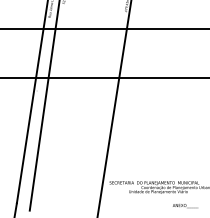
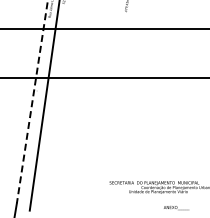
line at (32, 102): solid -> dashed
line at (114, 108): present -> none
text at (185, 206) position: (185, 206) -> (176, 208)
